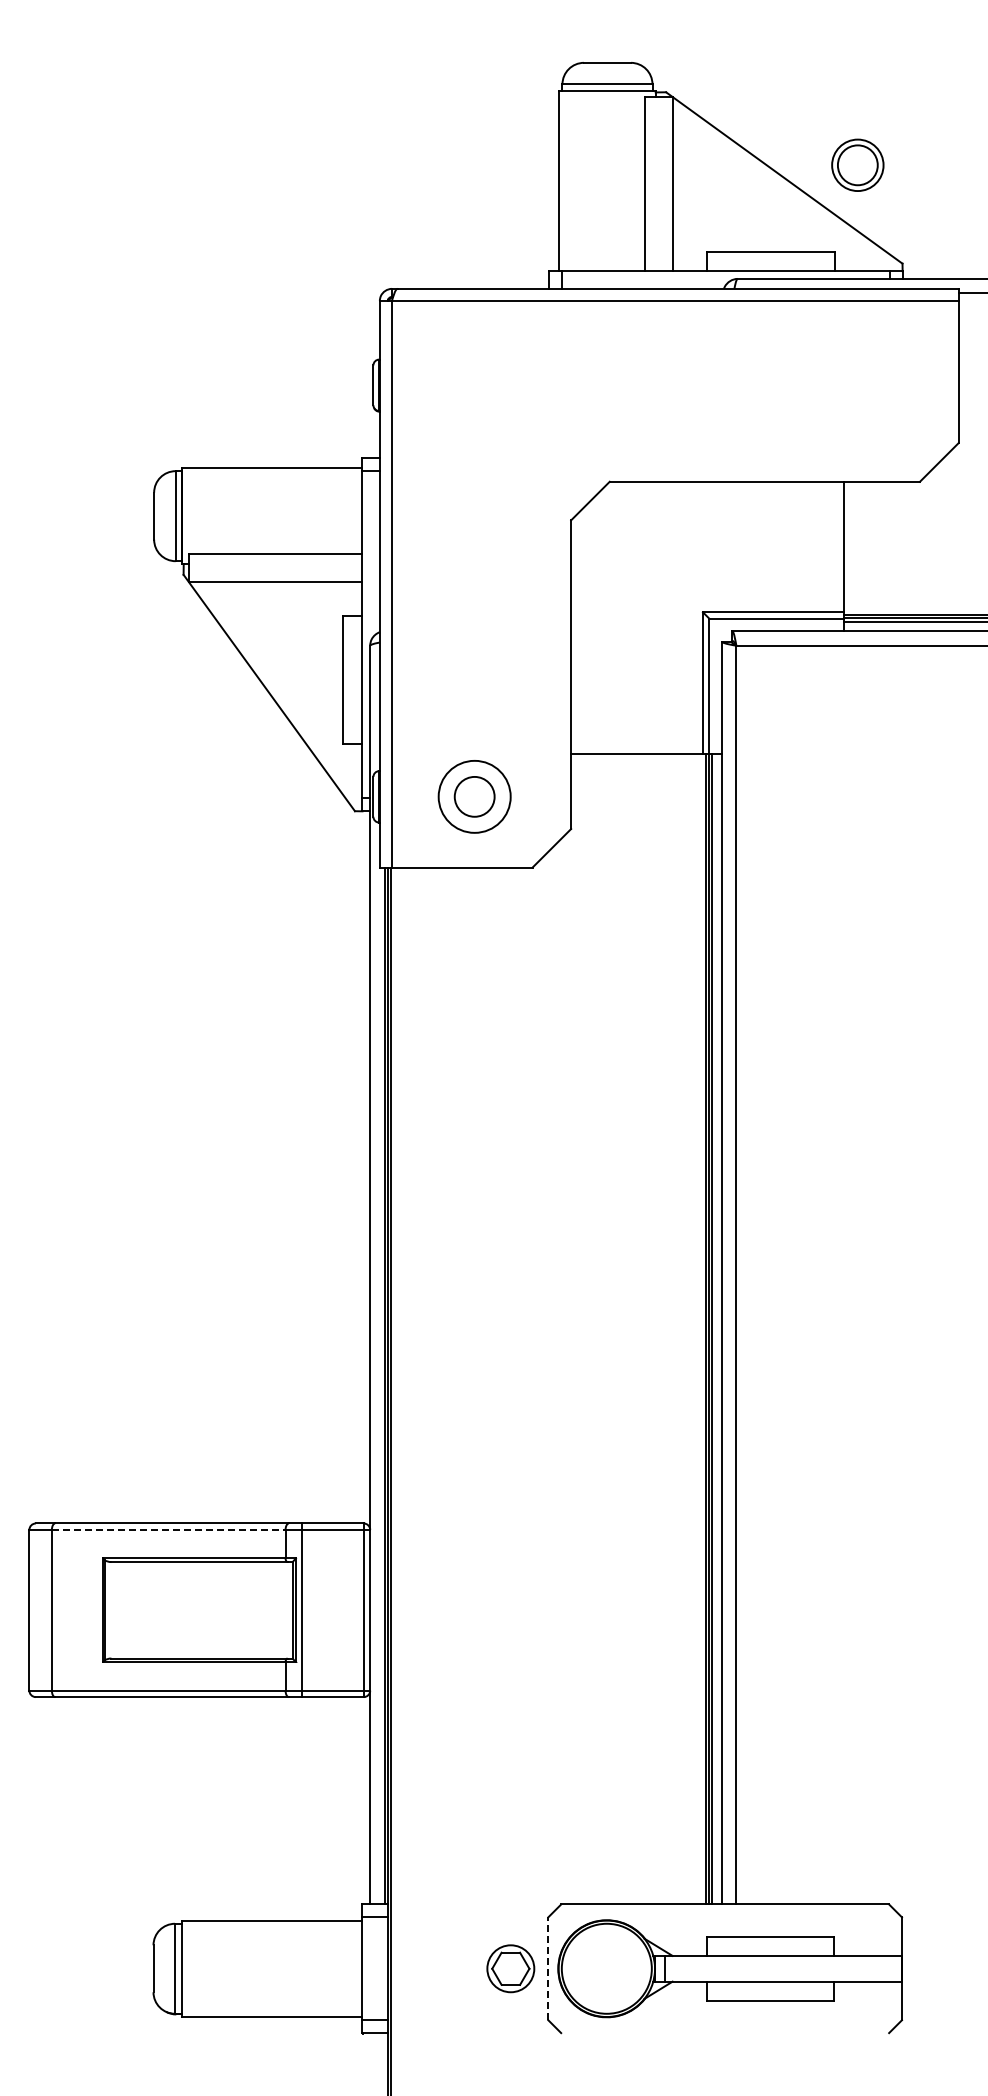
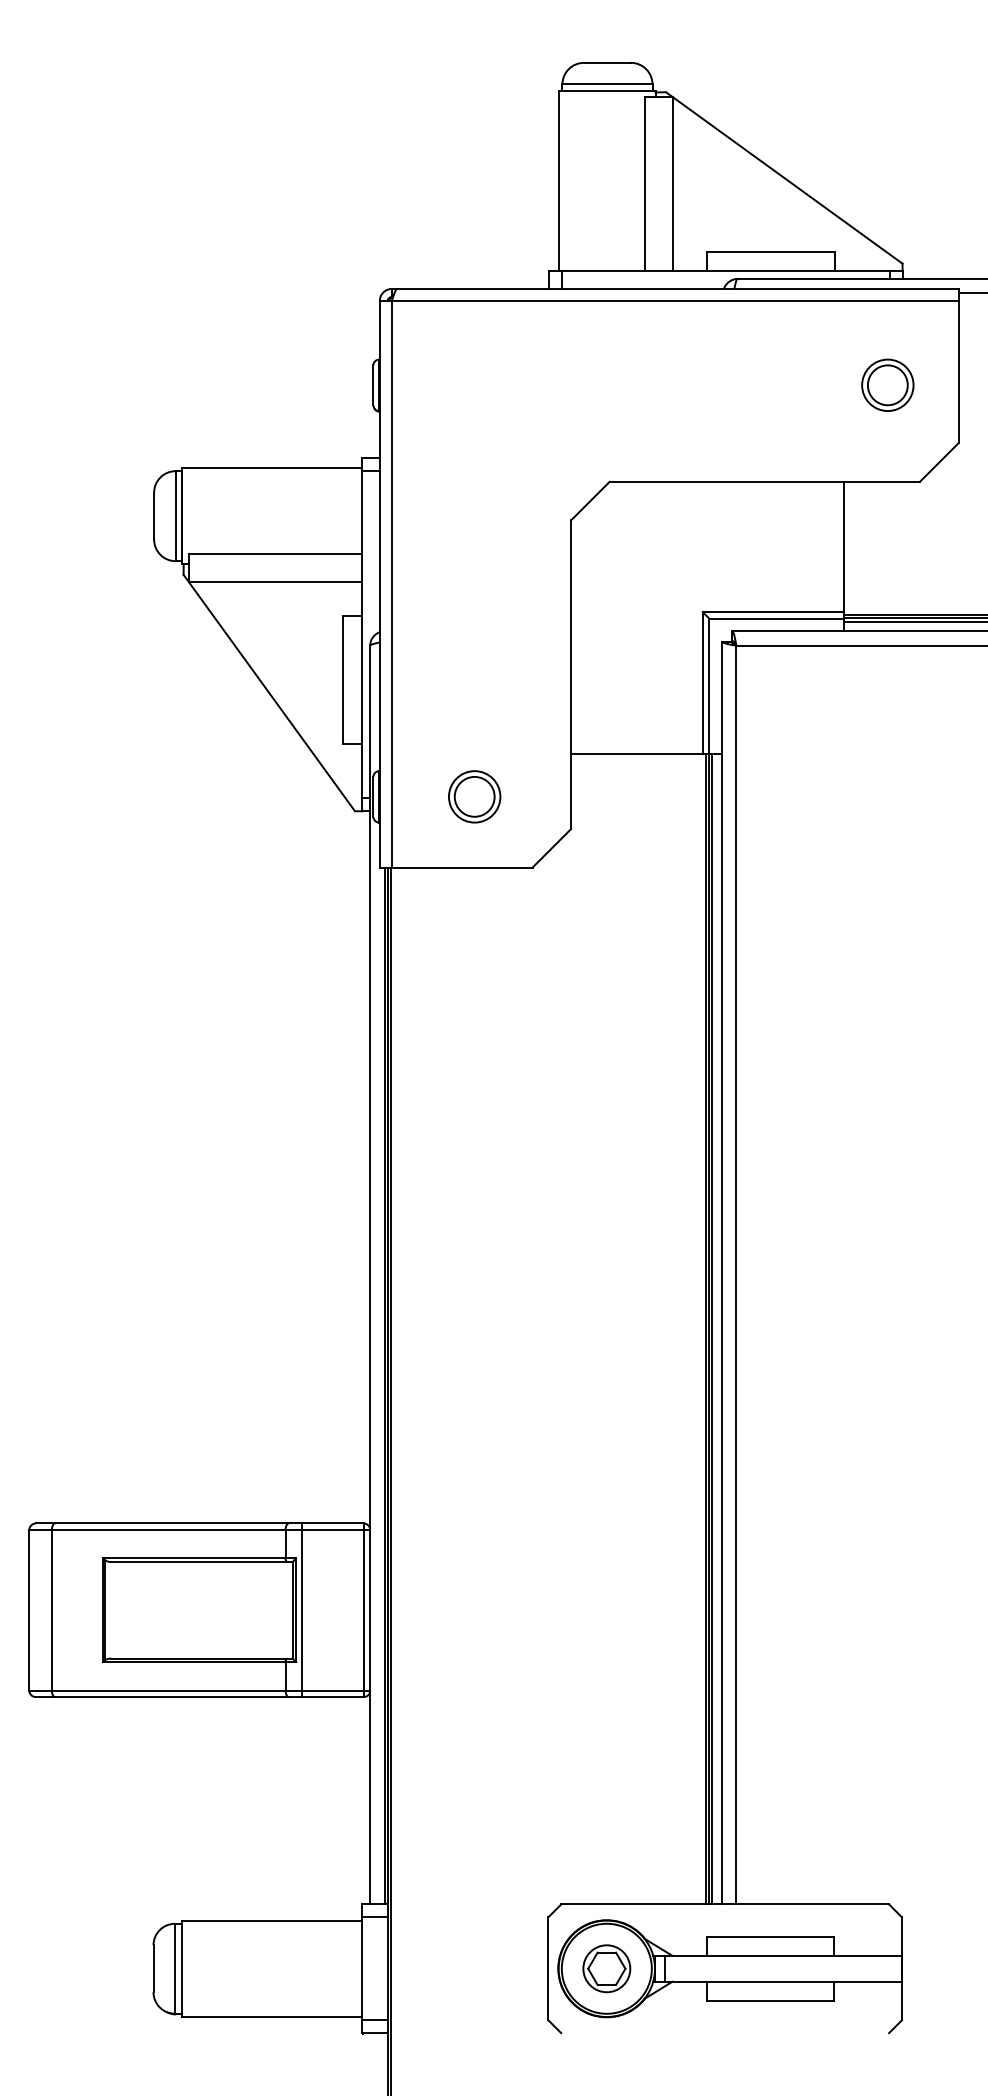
part at (857, 164) position: (857, 164) -> (887, 384)
circle at (474, 796) diameter: 72 px -> 51 px
line at (168, 1529): dashed -> solid
part at (510, 1968) position: (510, 1968) -> (606, 1968)
line at (548, 1968): dashed -> solid
